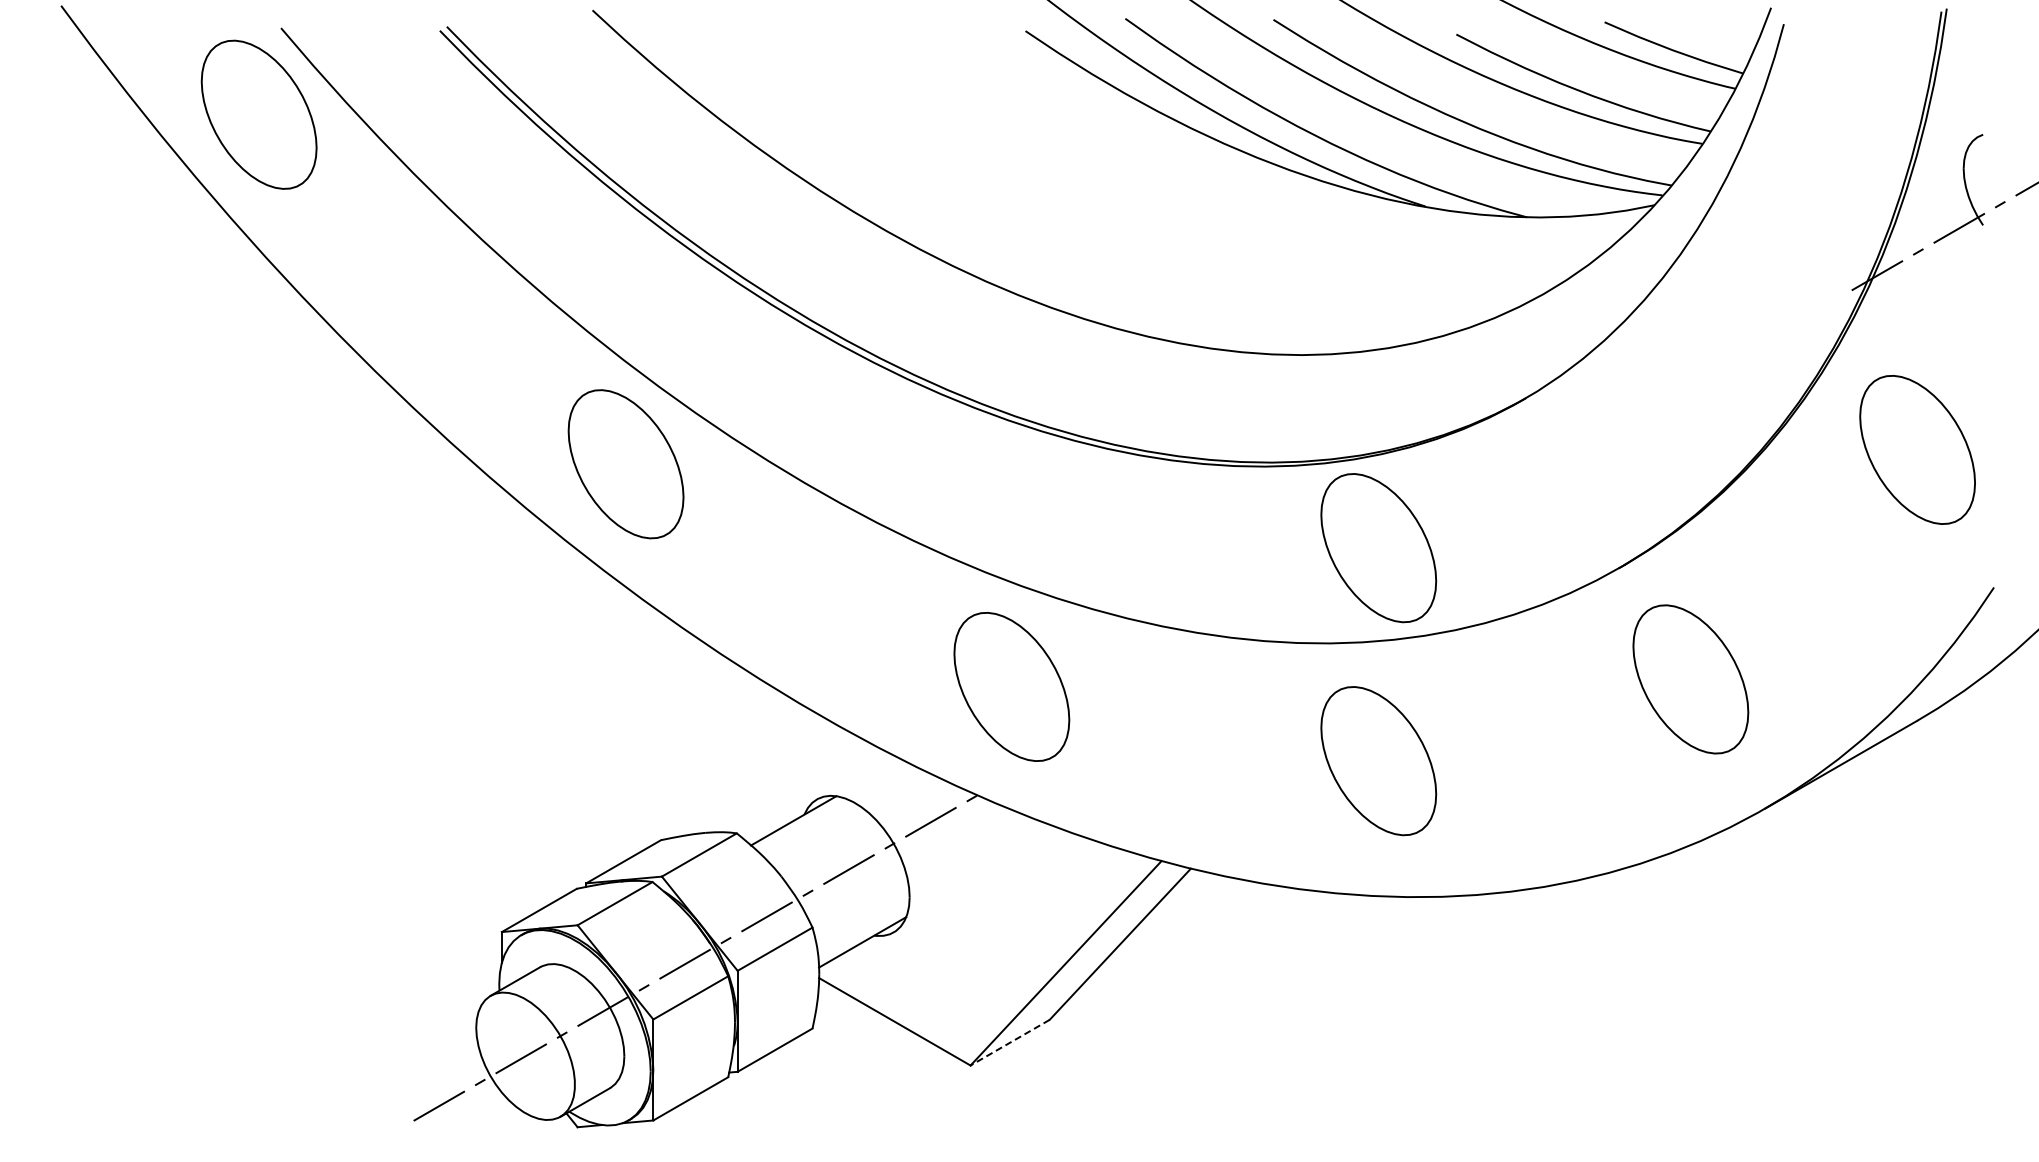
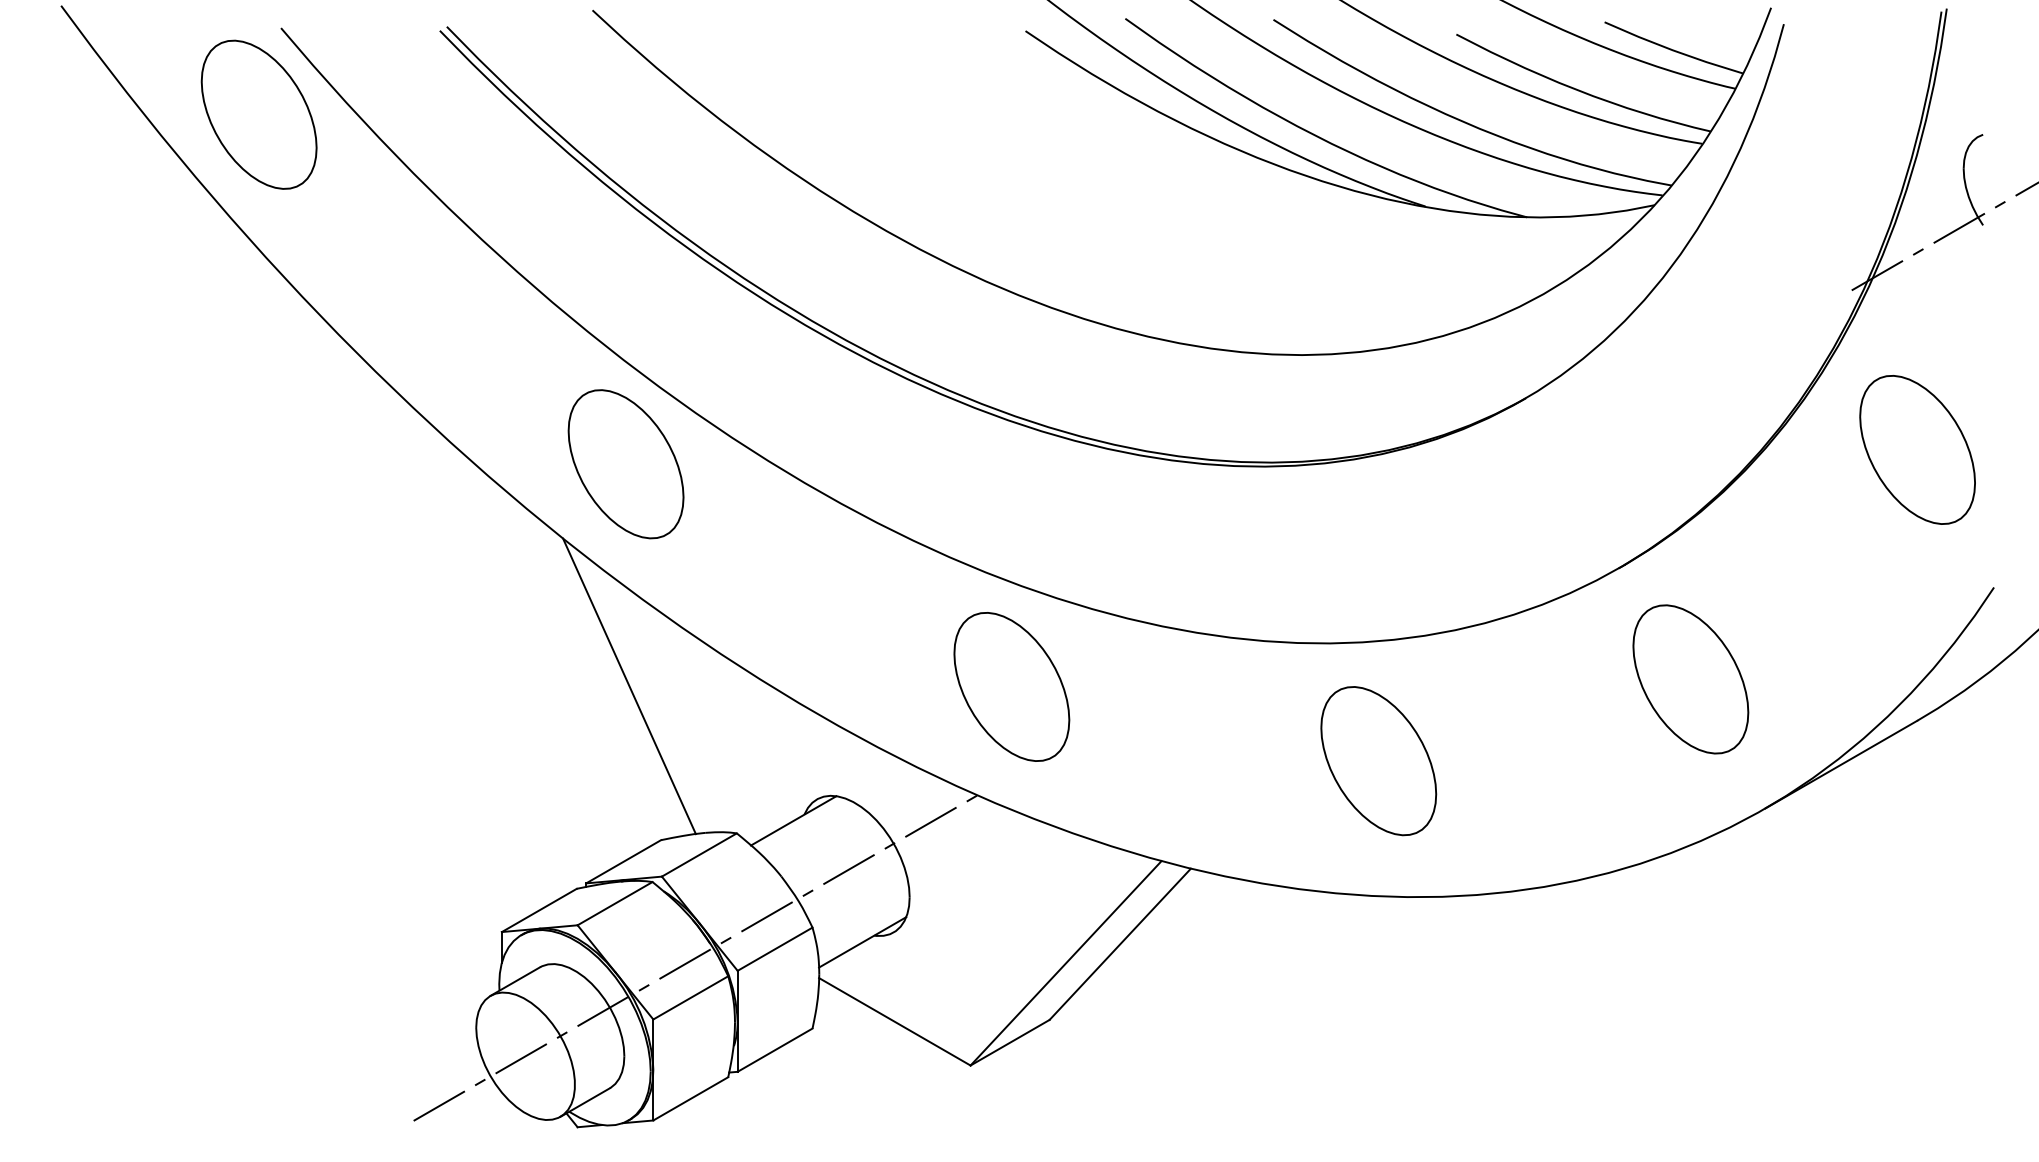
part at (1378, 548): present -> none
line at (629, 686): none -> present
line at (1010, 1042): dashed -> solid
